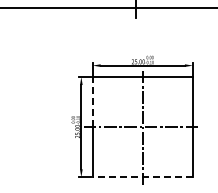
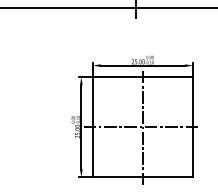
line at (92, 101): dashed -> solid
line at (142, 177): dashed -> solid
